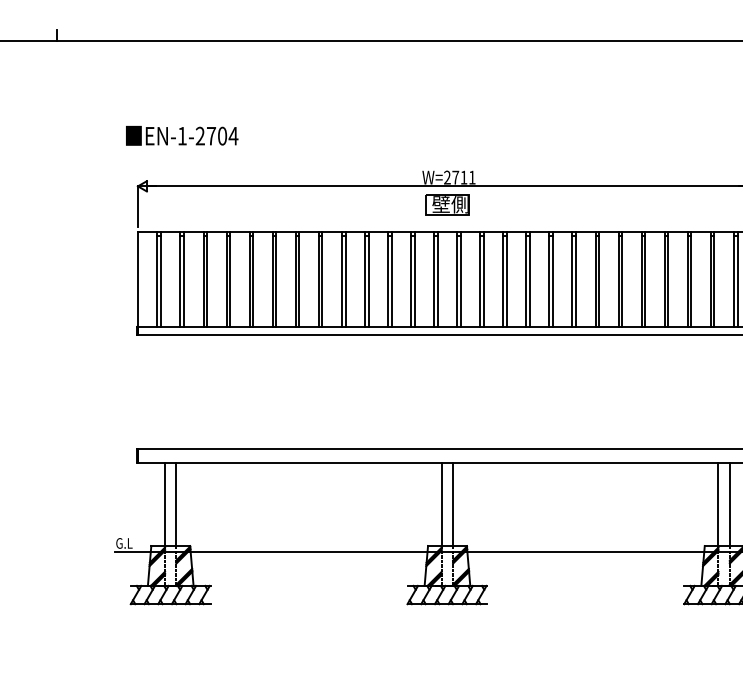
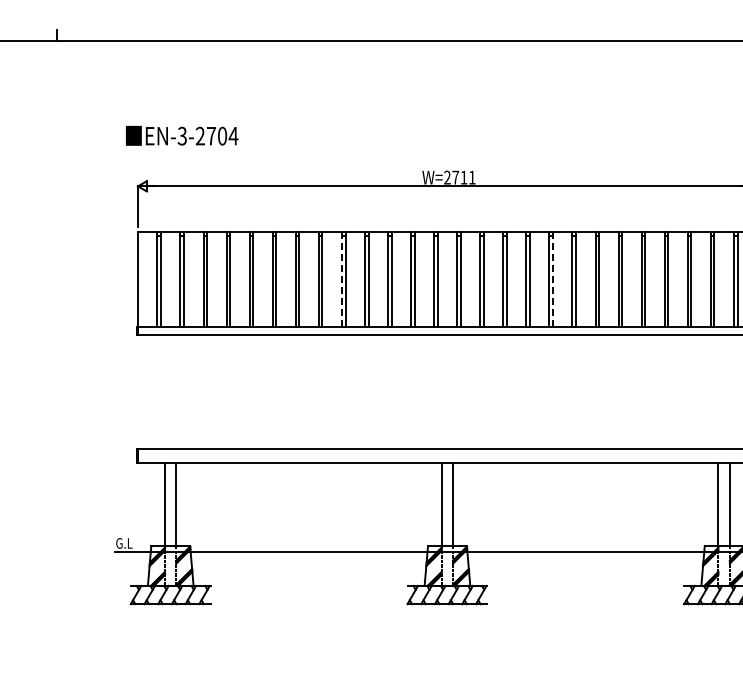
text at (181, 135): EN-1-2704 -> EN-3-2704
part at (447, 204): present -> none
line at (341, 278): solid -> dashed
line at (553, 278): solid -> dashed
